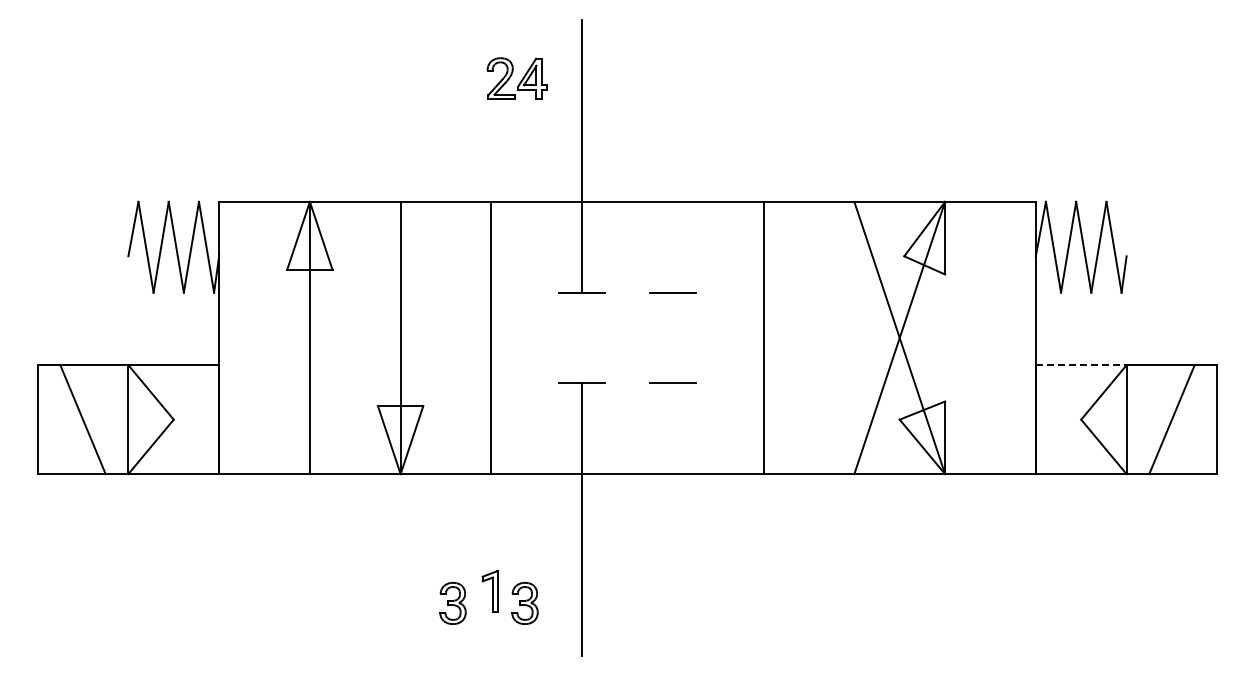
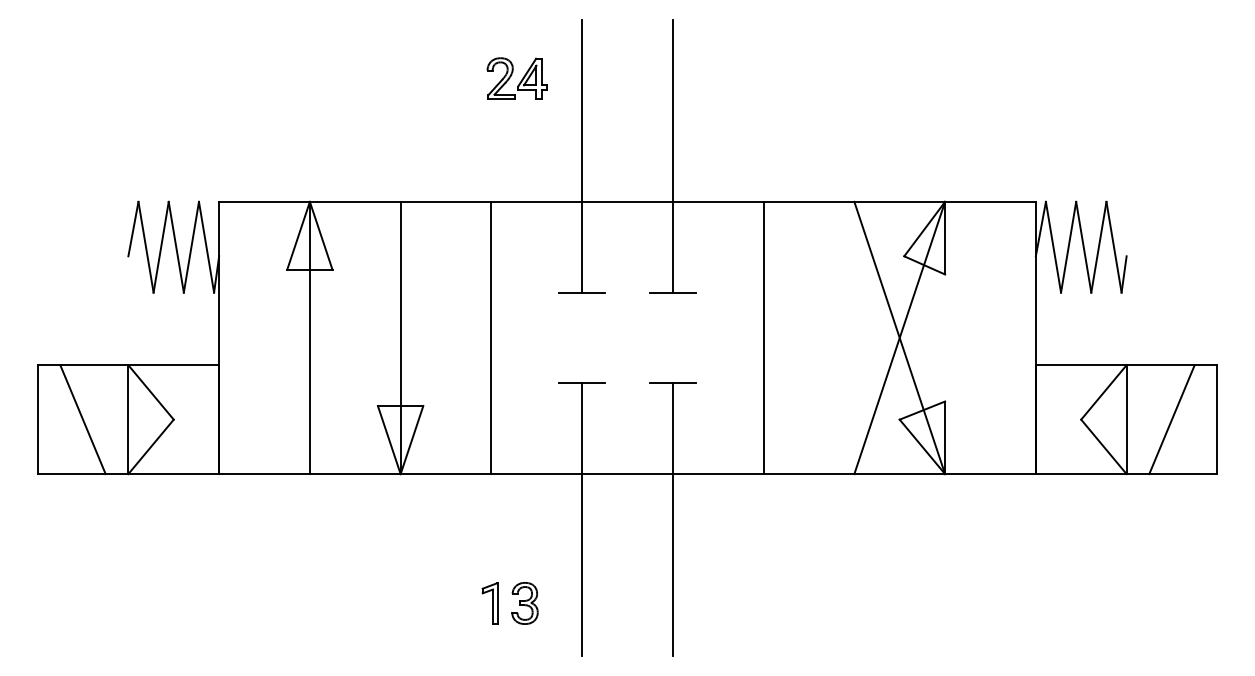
line at (672, 156): none -> present
line at (1081, 365): dashed -> solid
line at (672, 519): none -> present
part at (489, 591) position: (489, 591) -> (489, 603)
part at (452, 603): present -> none
